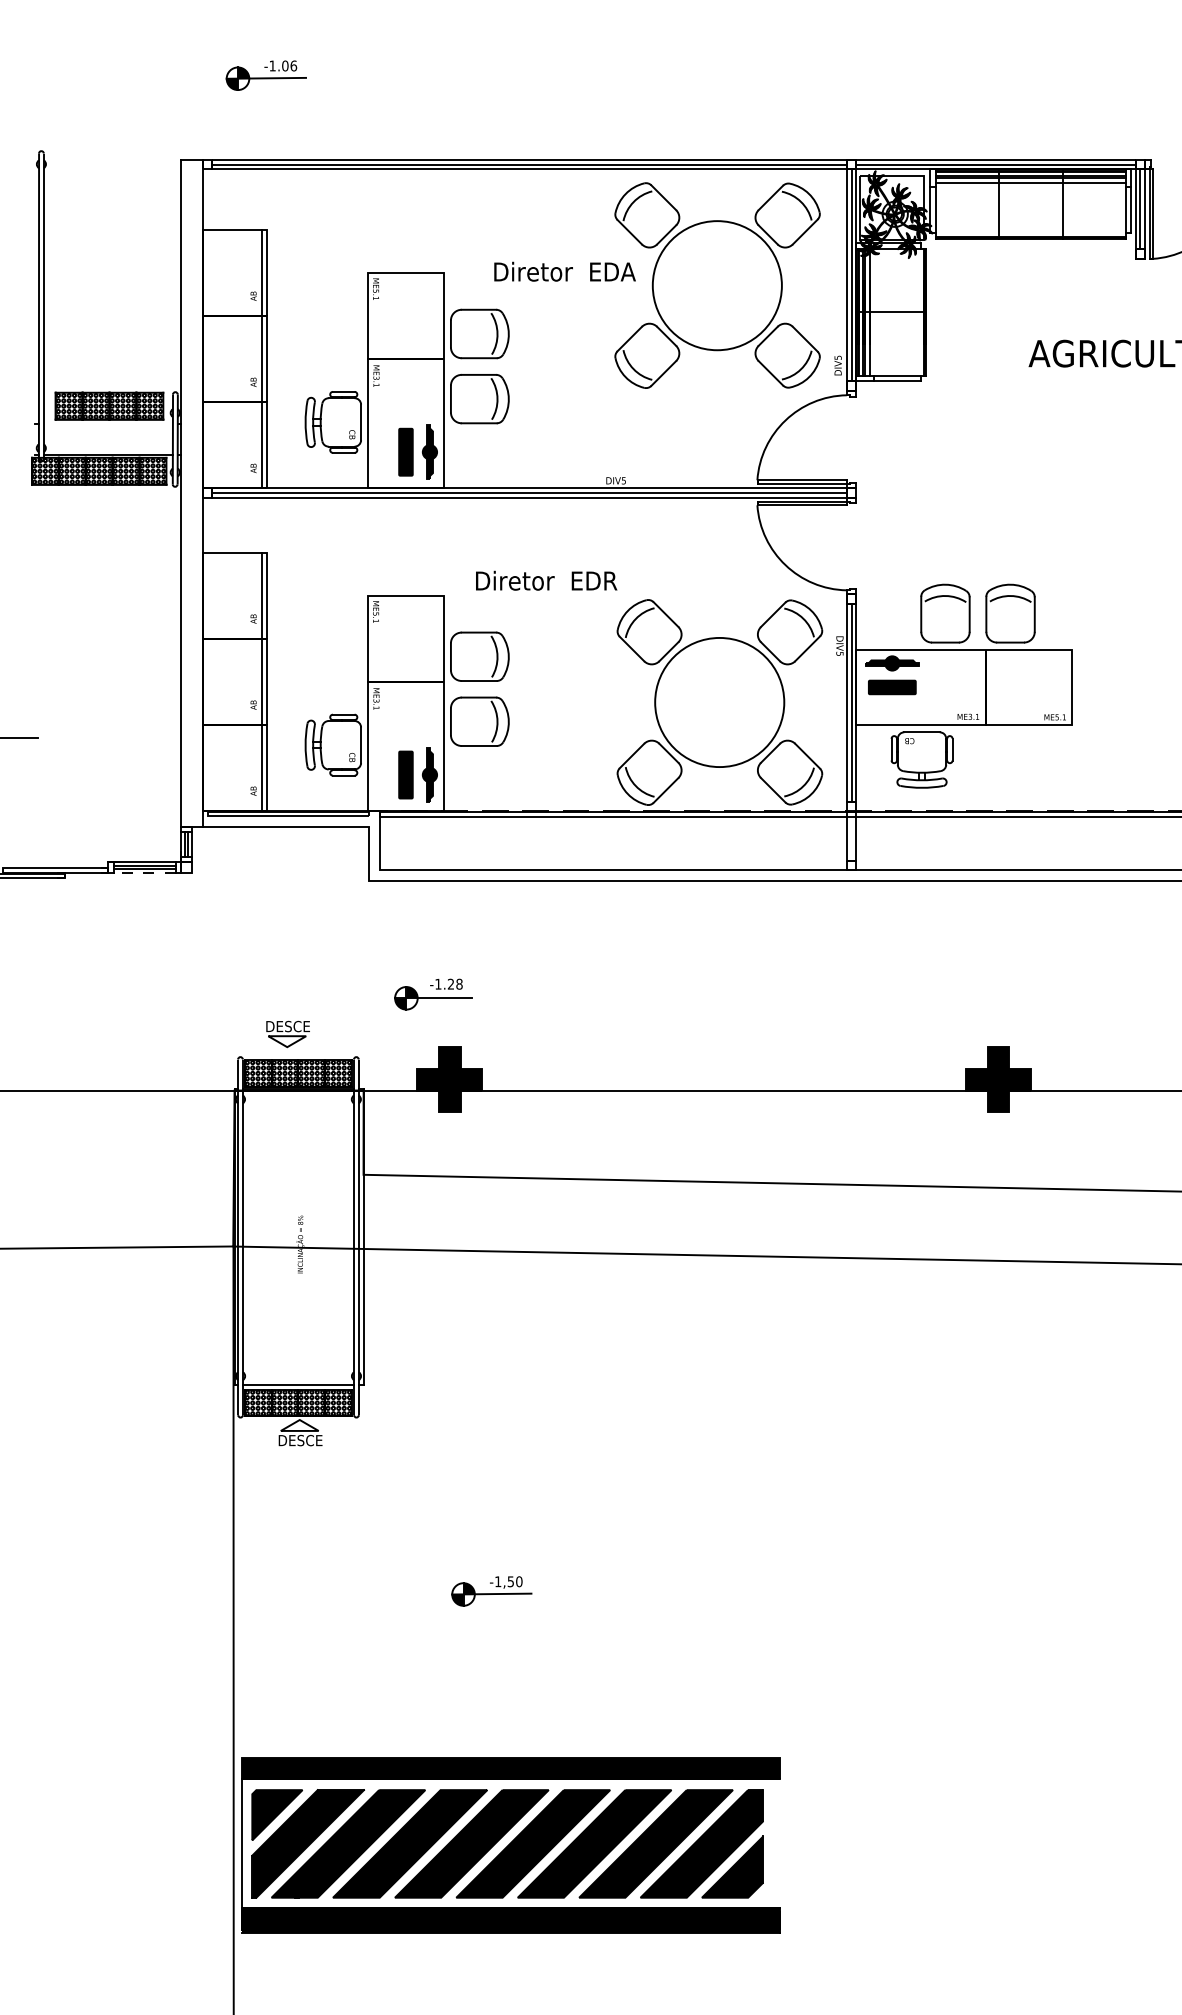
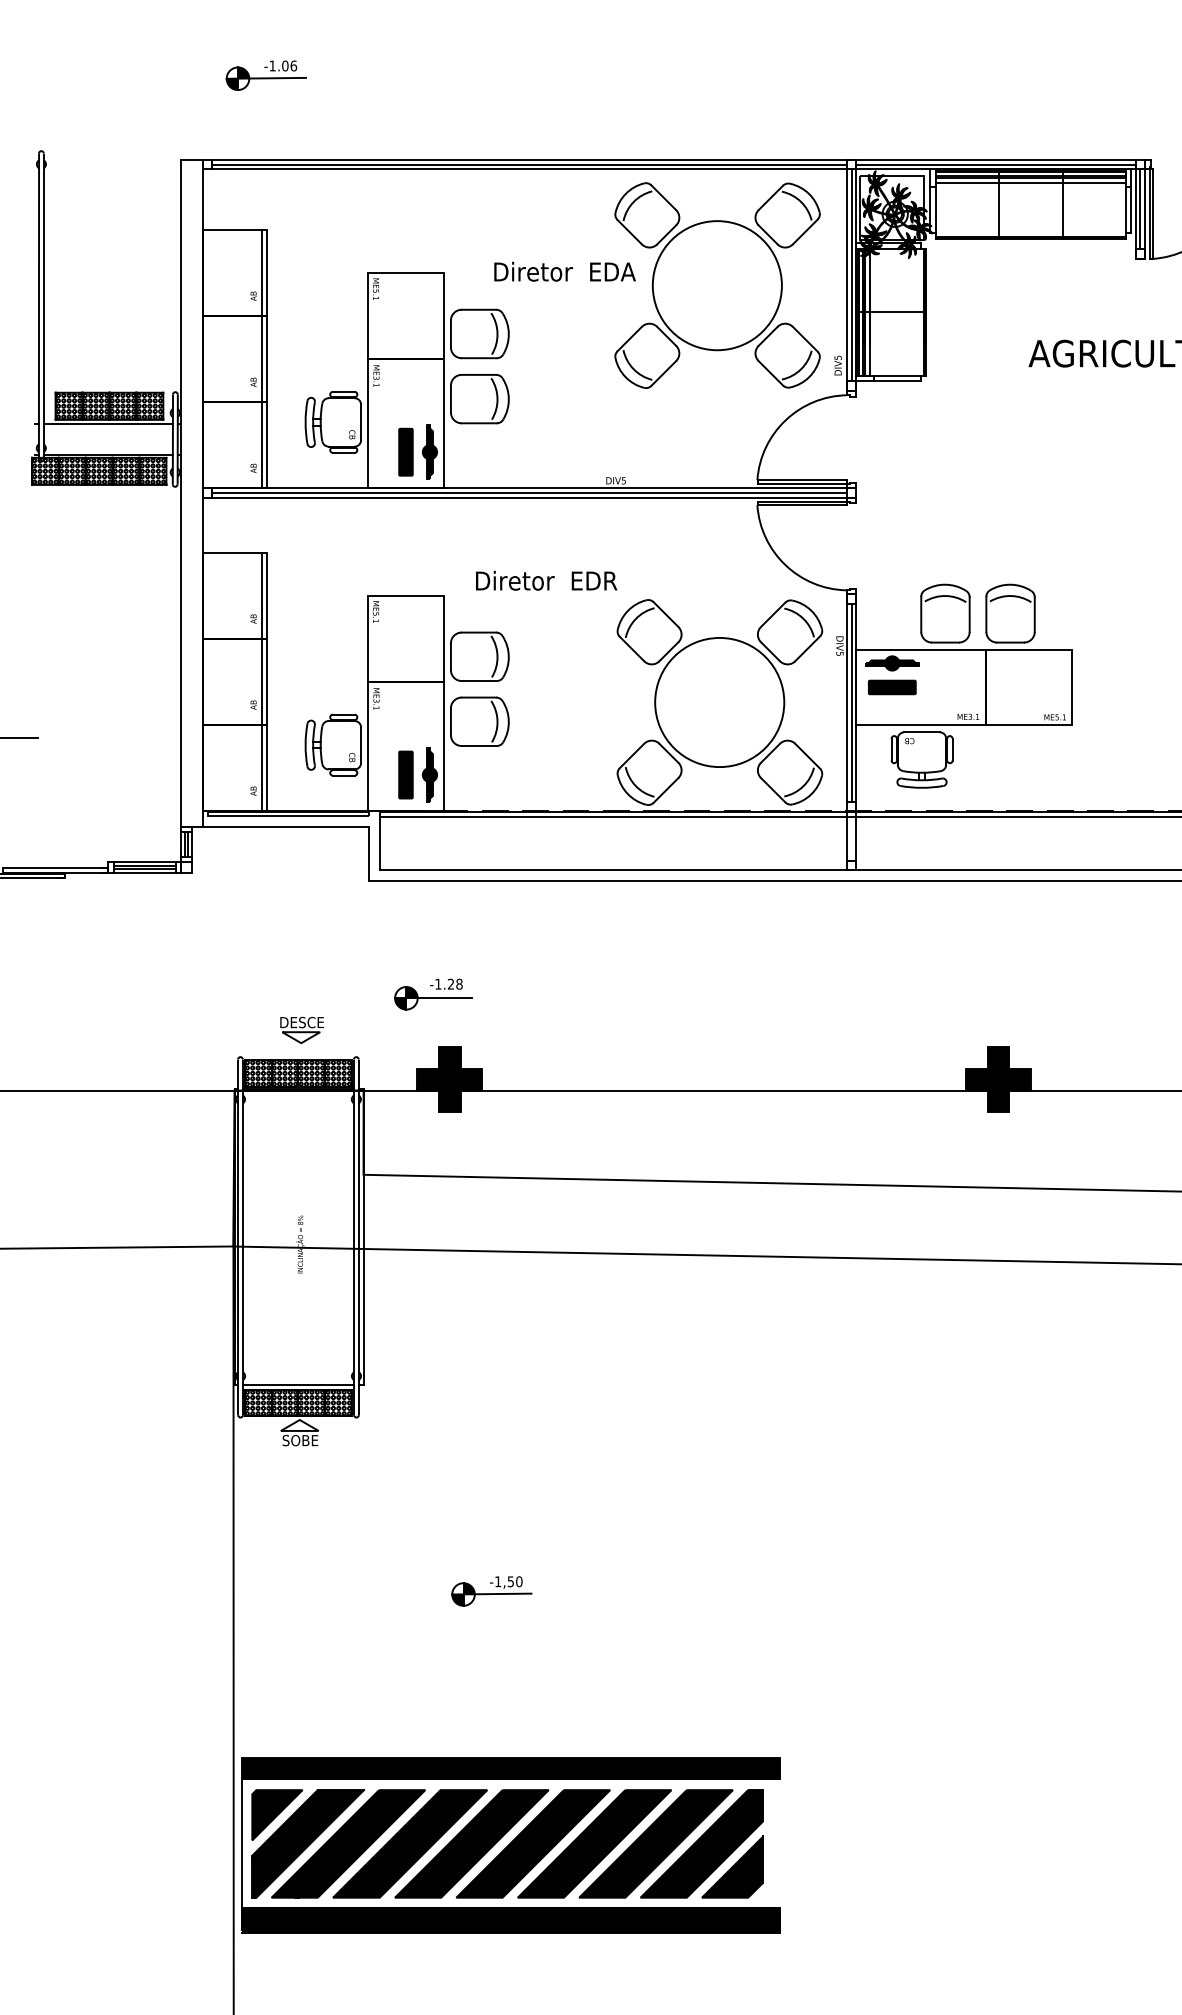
line at (107, 424): none -> present
line at (144, 873): dashed -> solid
part at (287, 1034) position: (287, 1034) -> (301, 1030)
text at (300, 1440): DESCE -> SOBE
